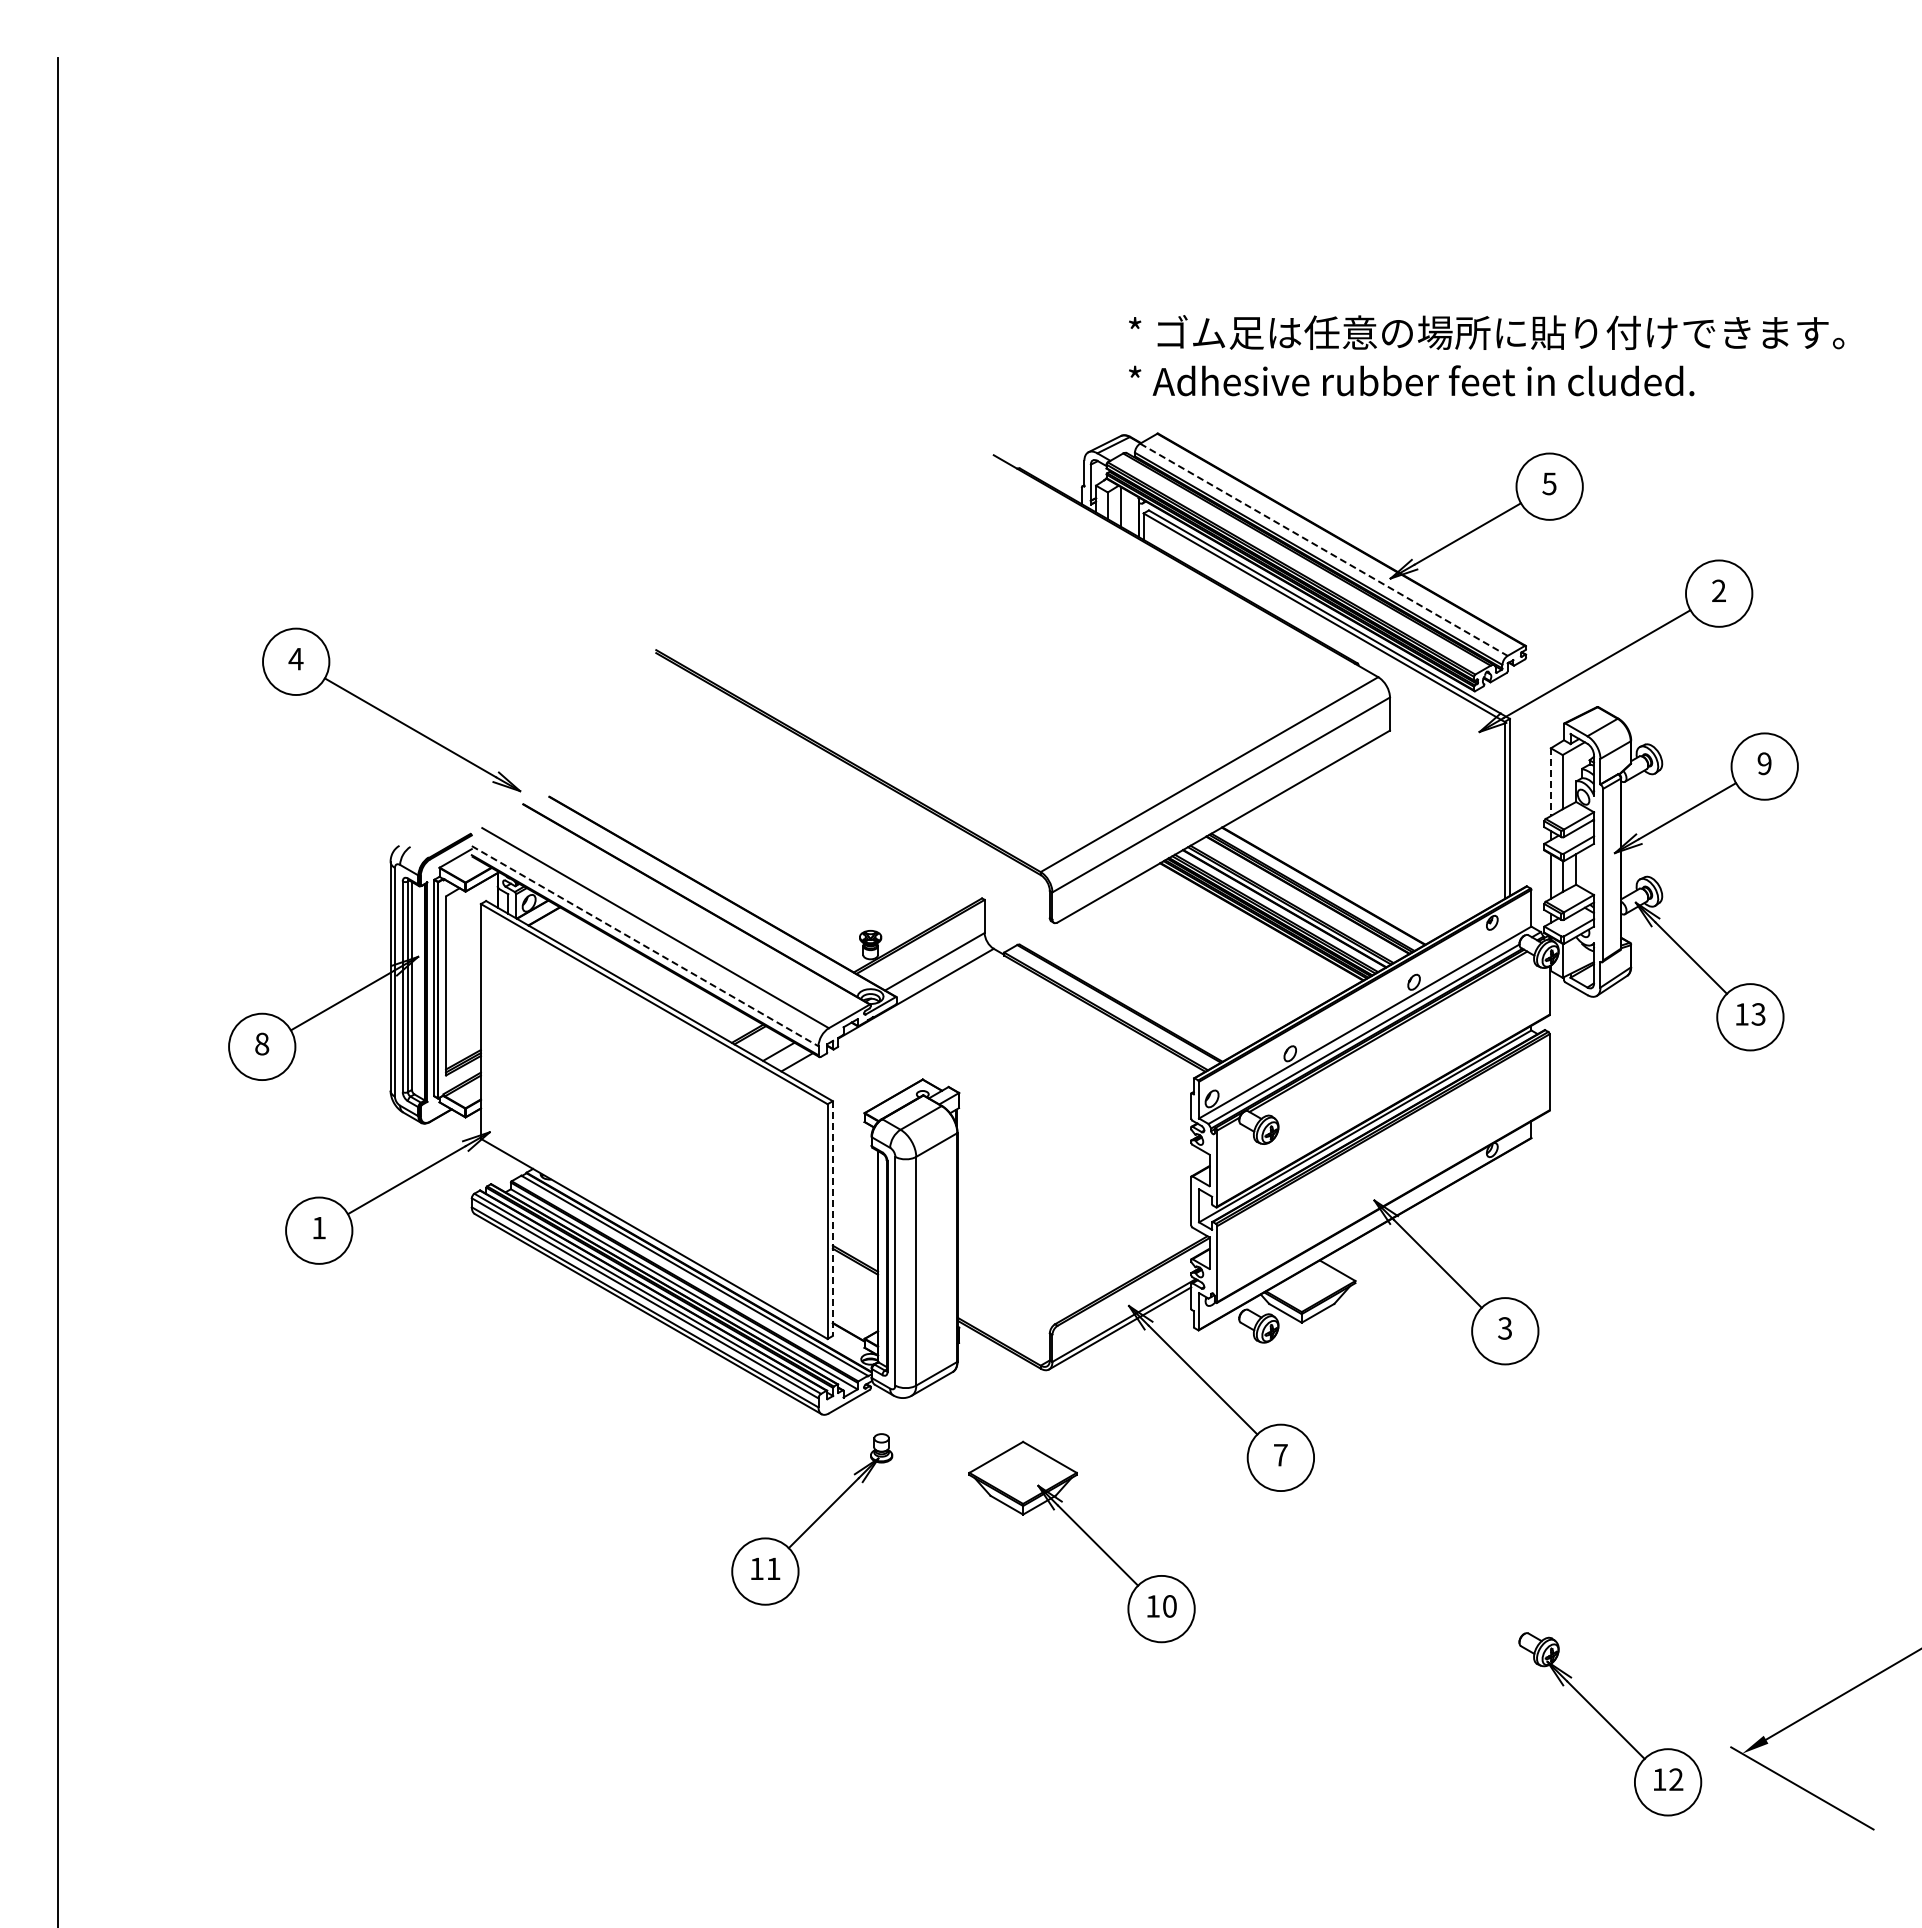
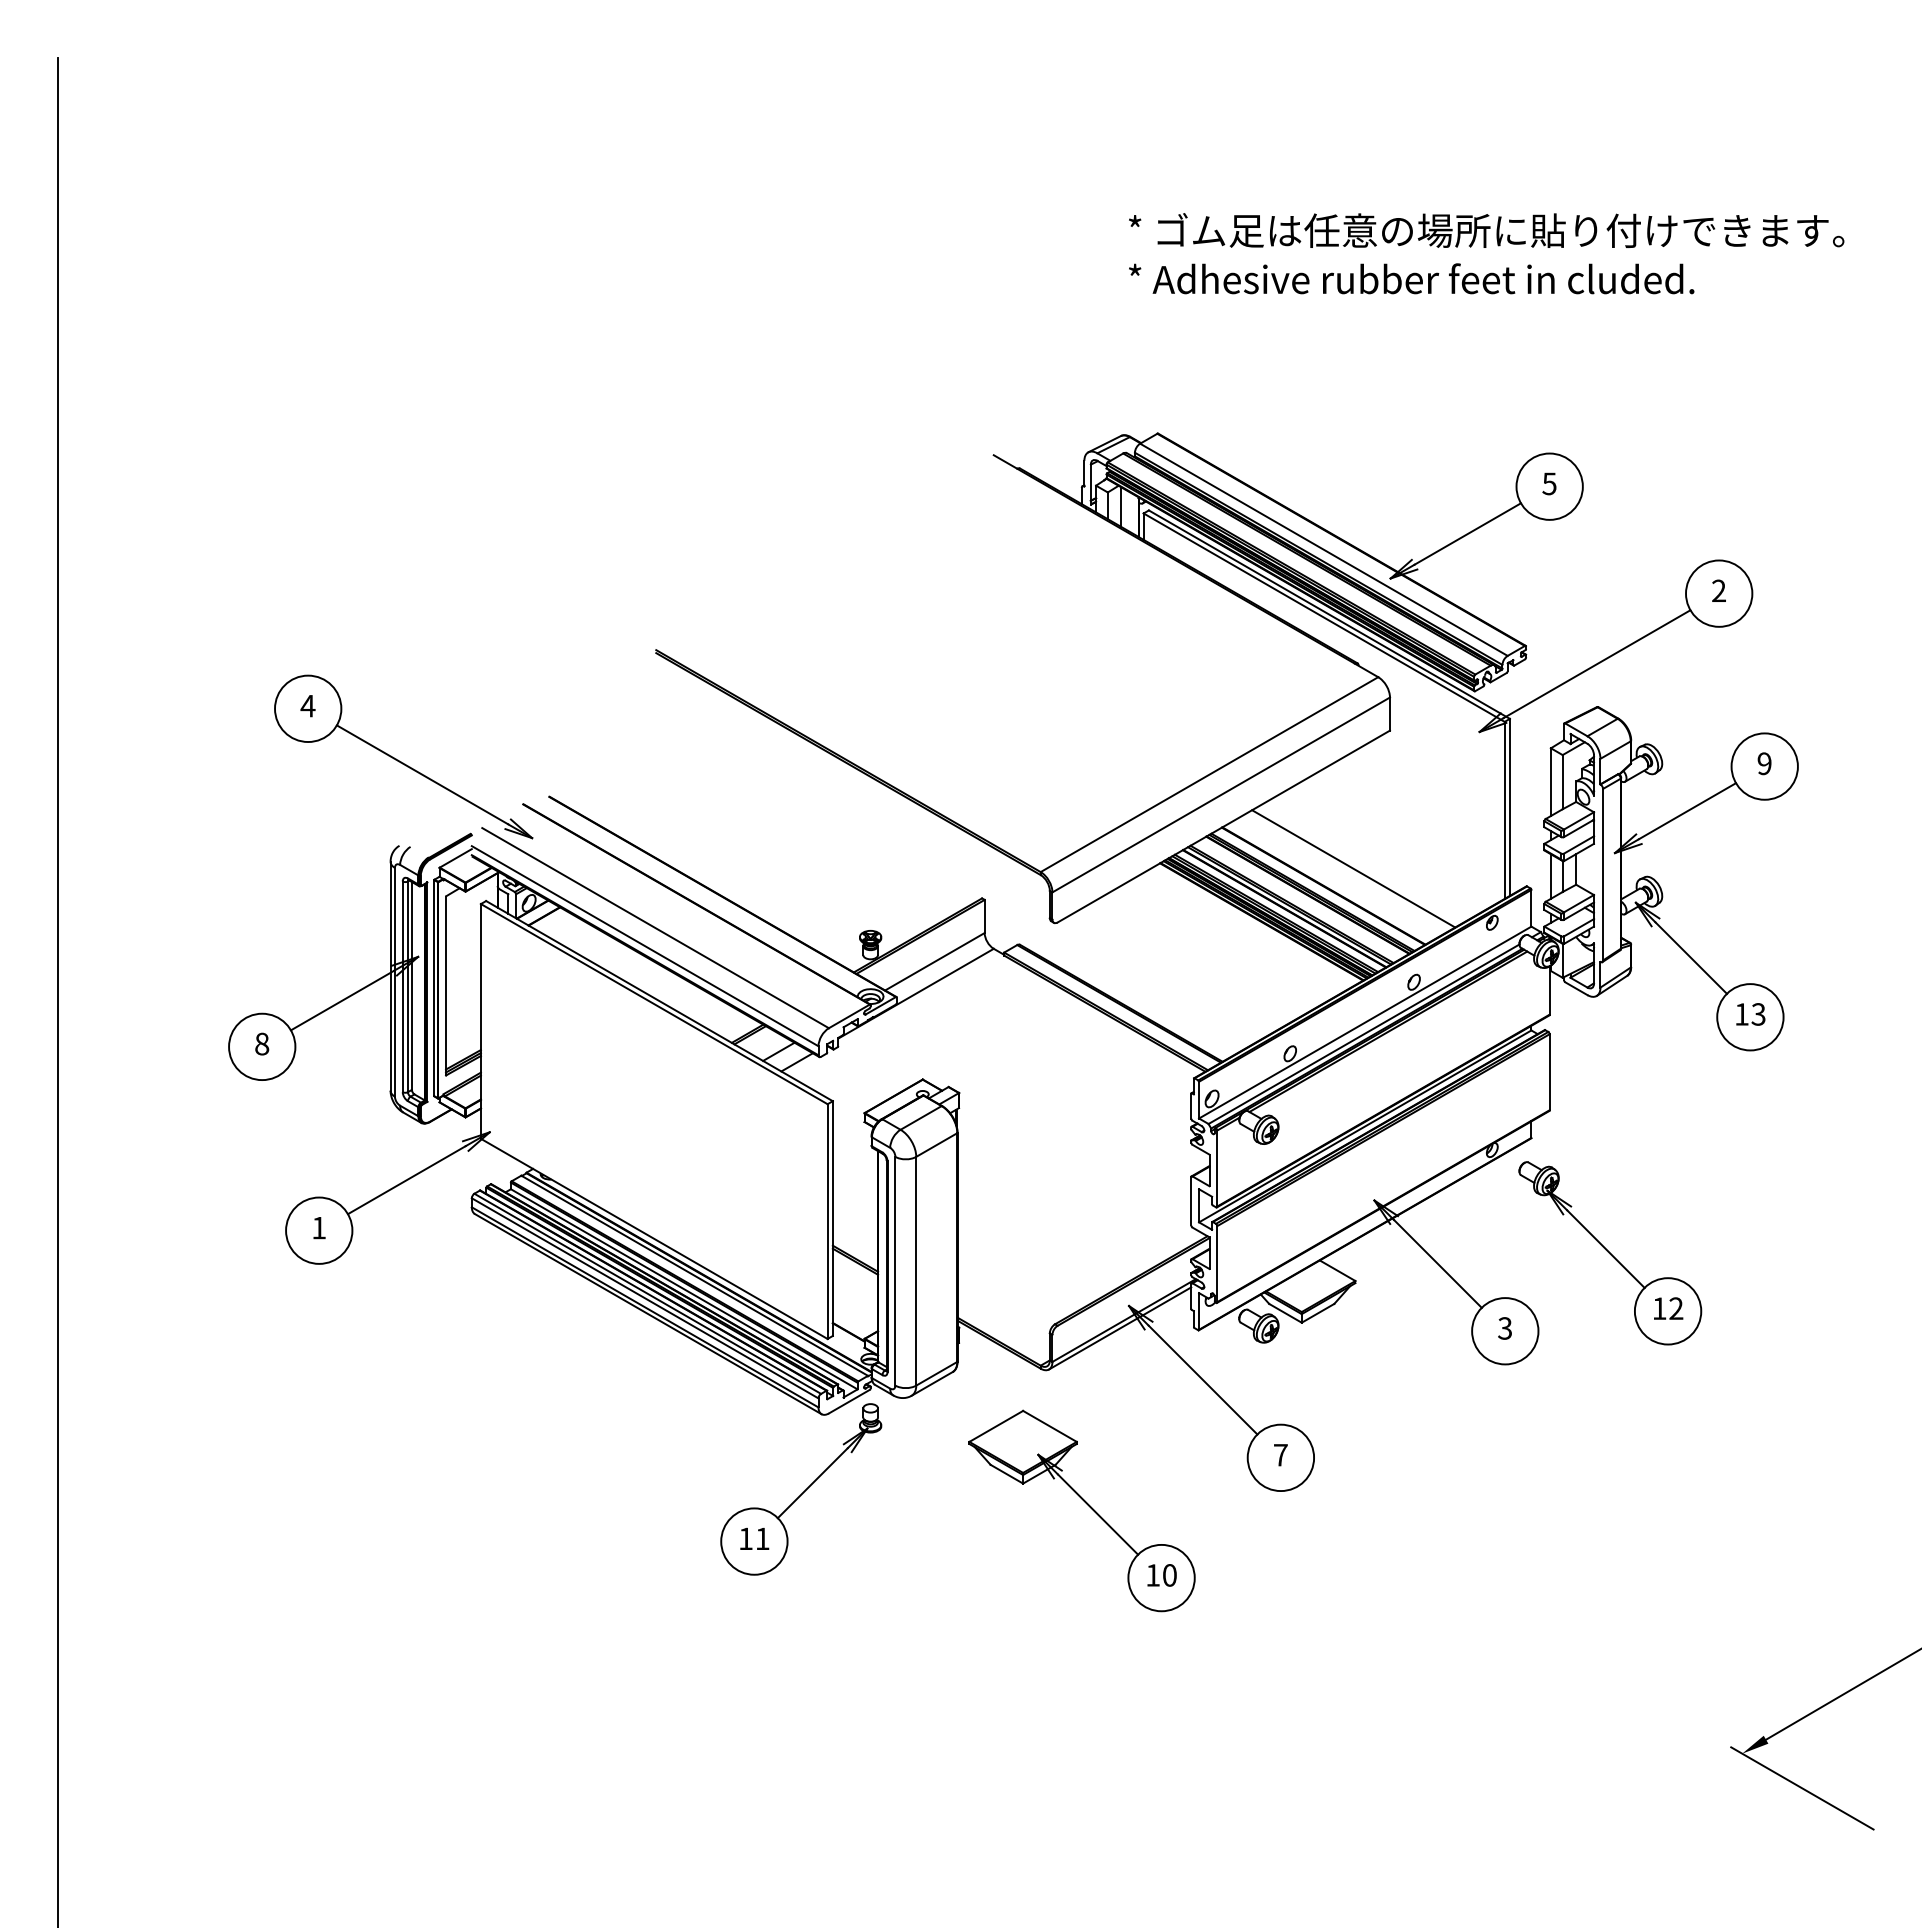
text at (1486, 355) position: (1486, 355) -> (1486, 253)
line at (1324, 550): dashed -> solid
part at (391, 709) position: (391, 709) -> (403, 756)
line at (1550, 782): dashed -> solid
line at (1353, 868): none -> present
line at (645, 946): dashed -> solid
line at (832, 1219): dashed -> solid
part at (812, 1519) position: (812, 1519) -> (801, 1489)
part at (1086, 1535) position: (1086, 1535) -> (1086, 1504)
part at (1610, 1724) position: (1610, 1724) -> (1610, 1253)
